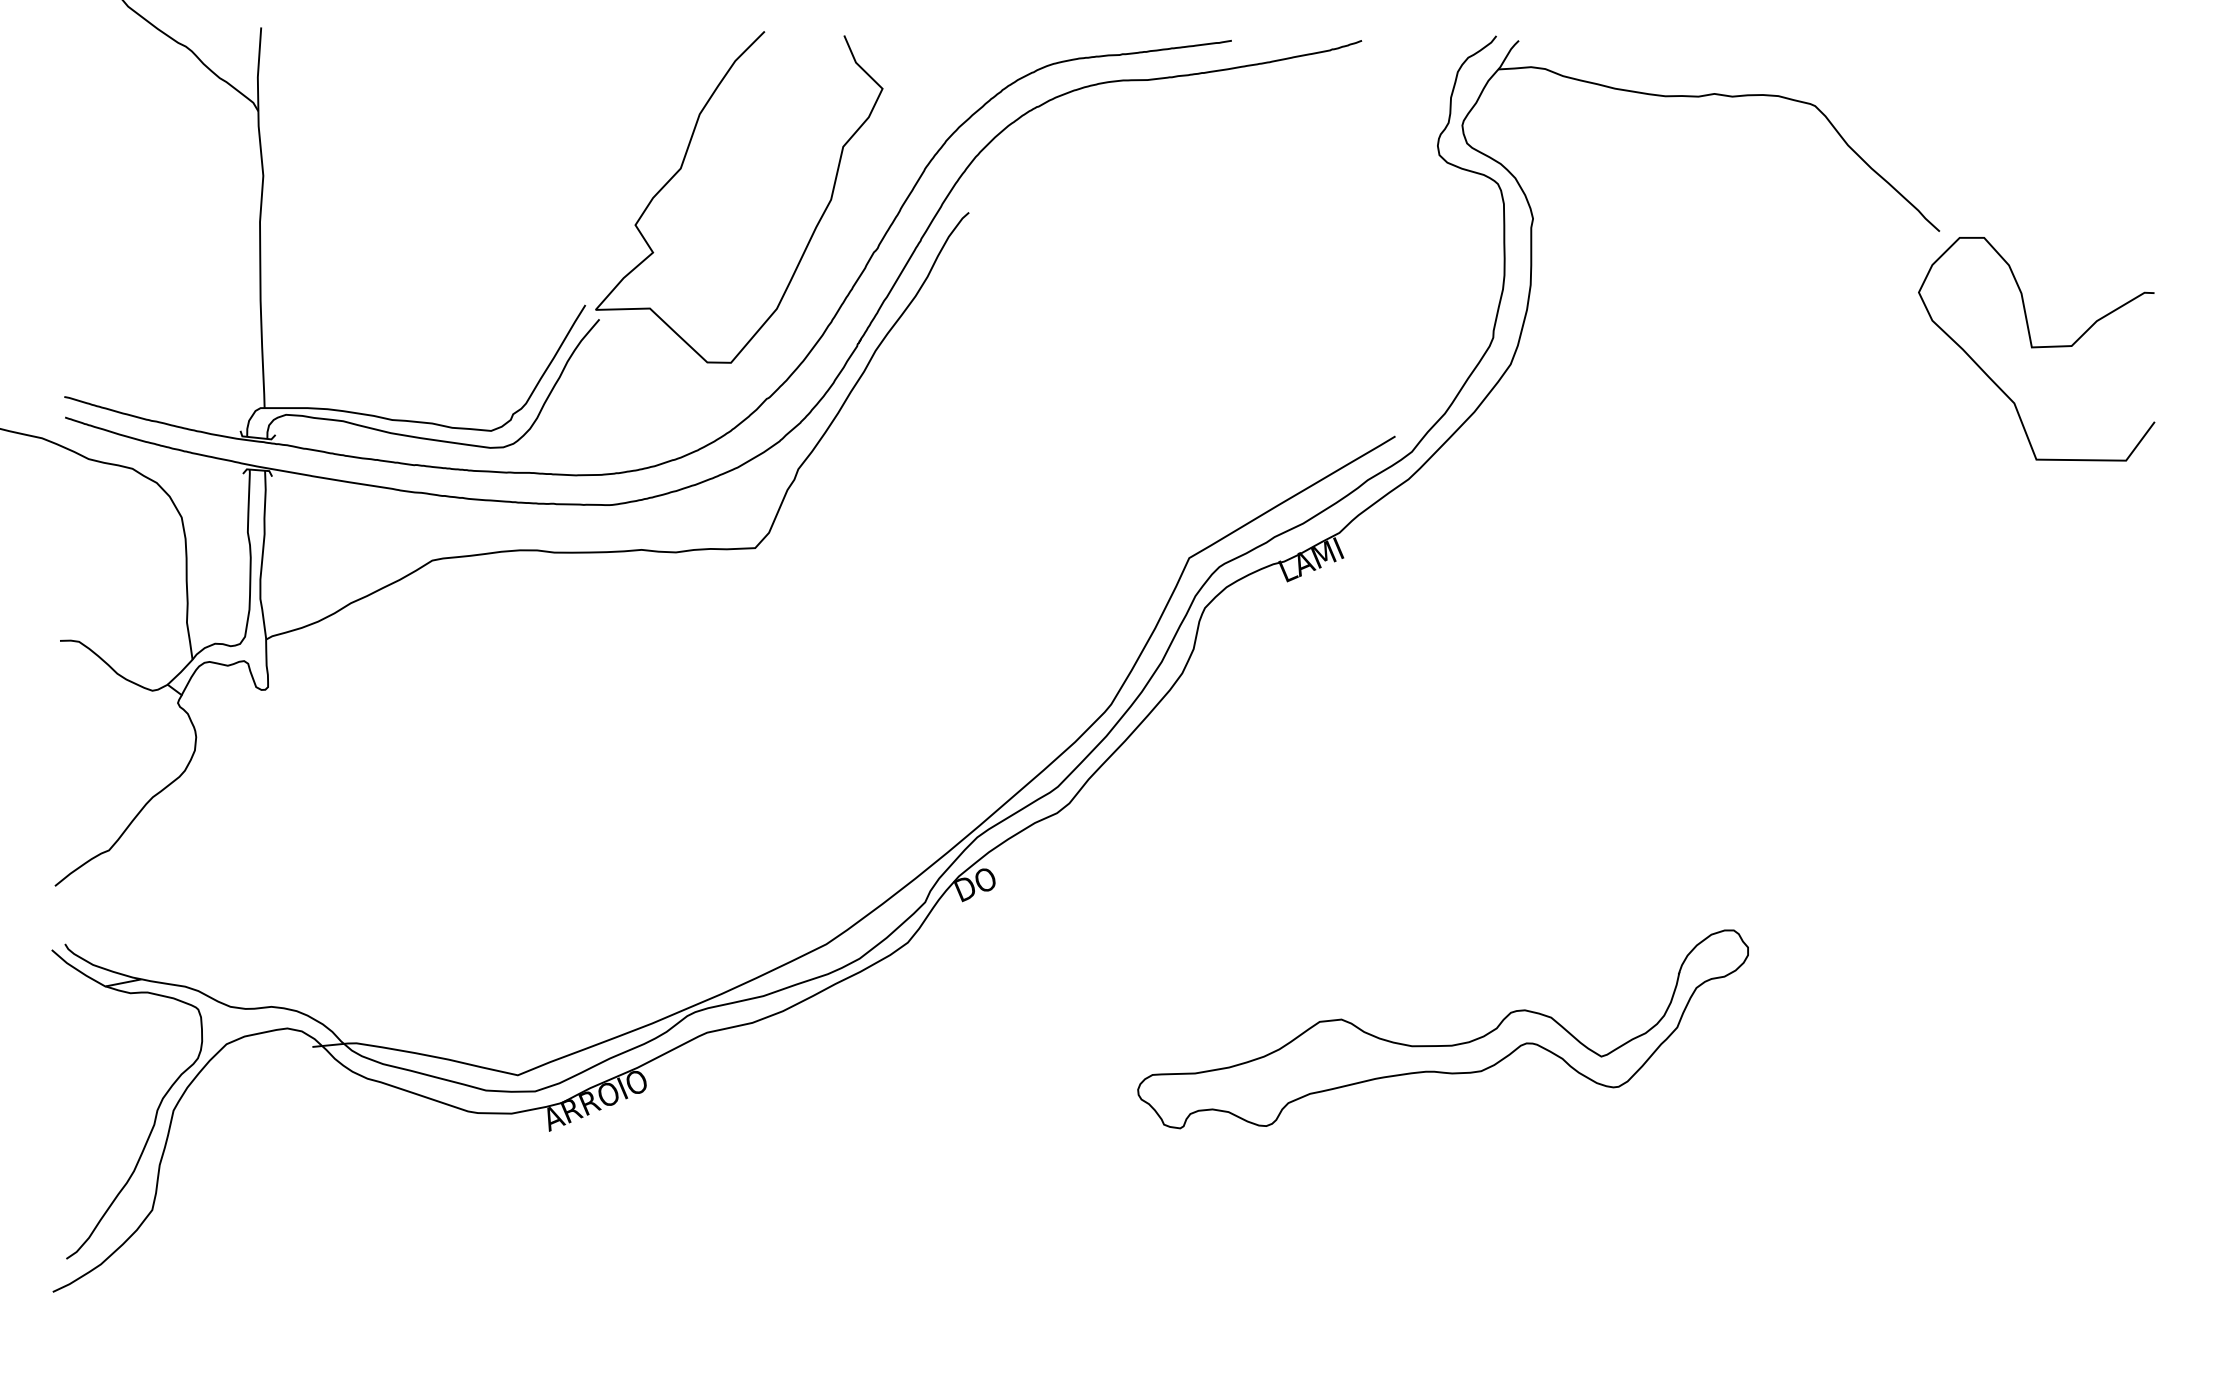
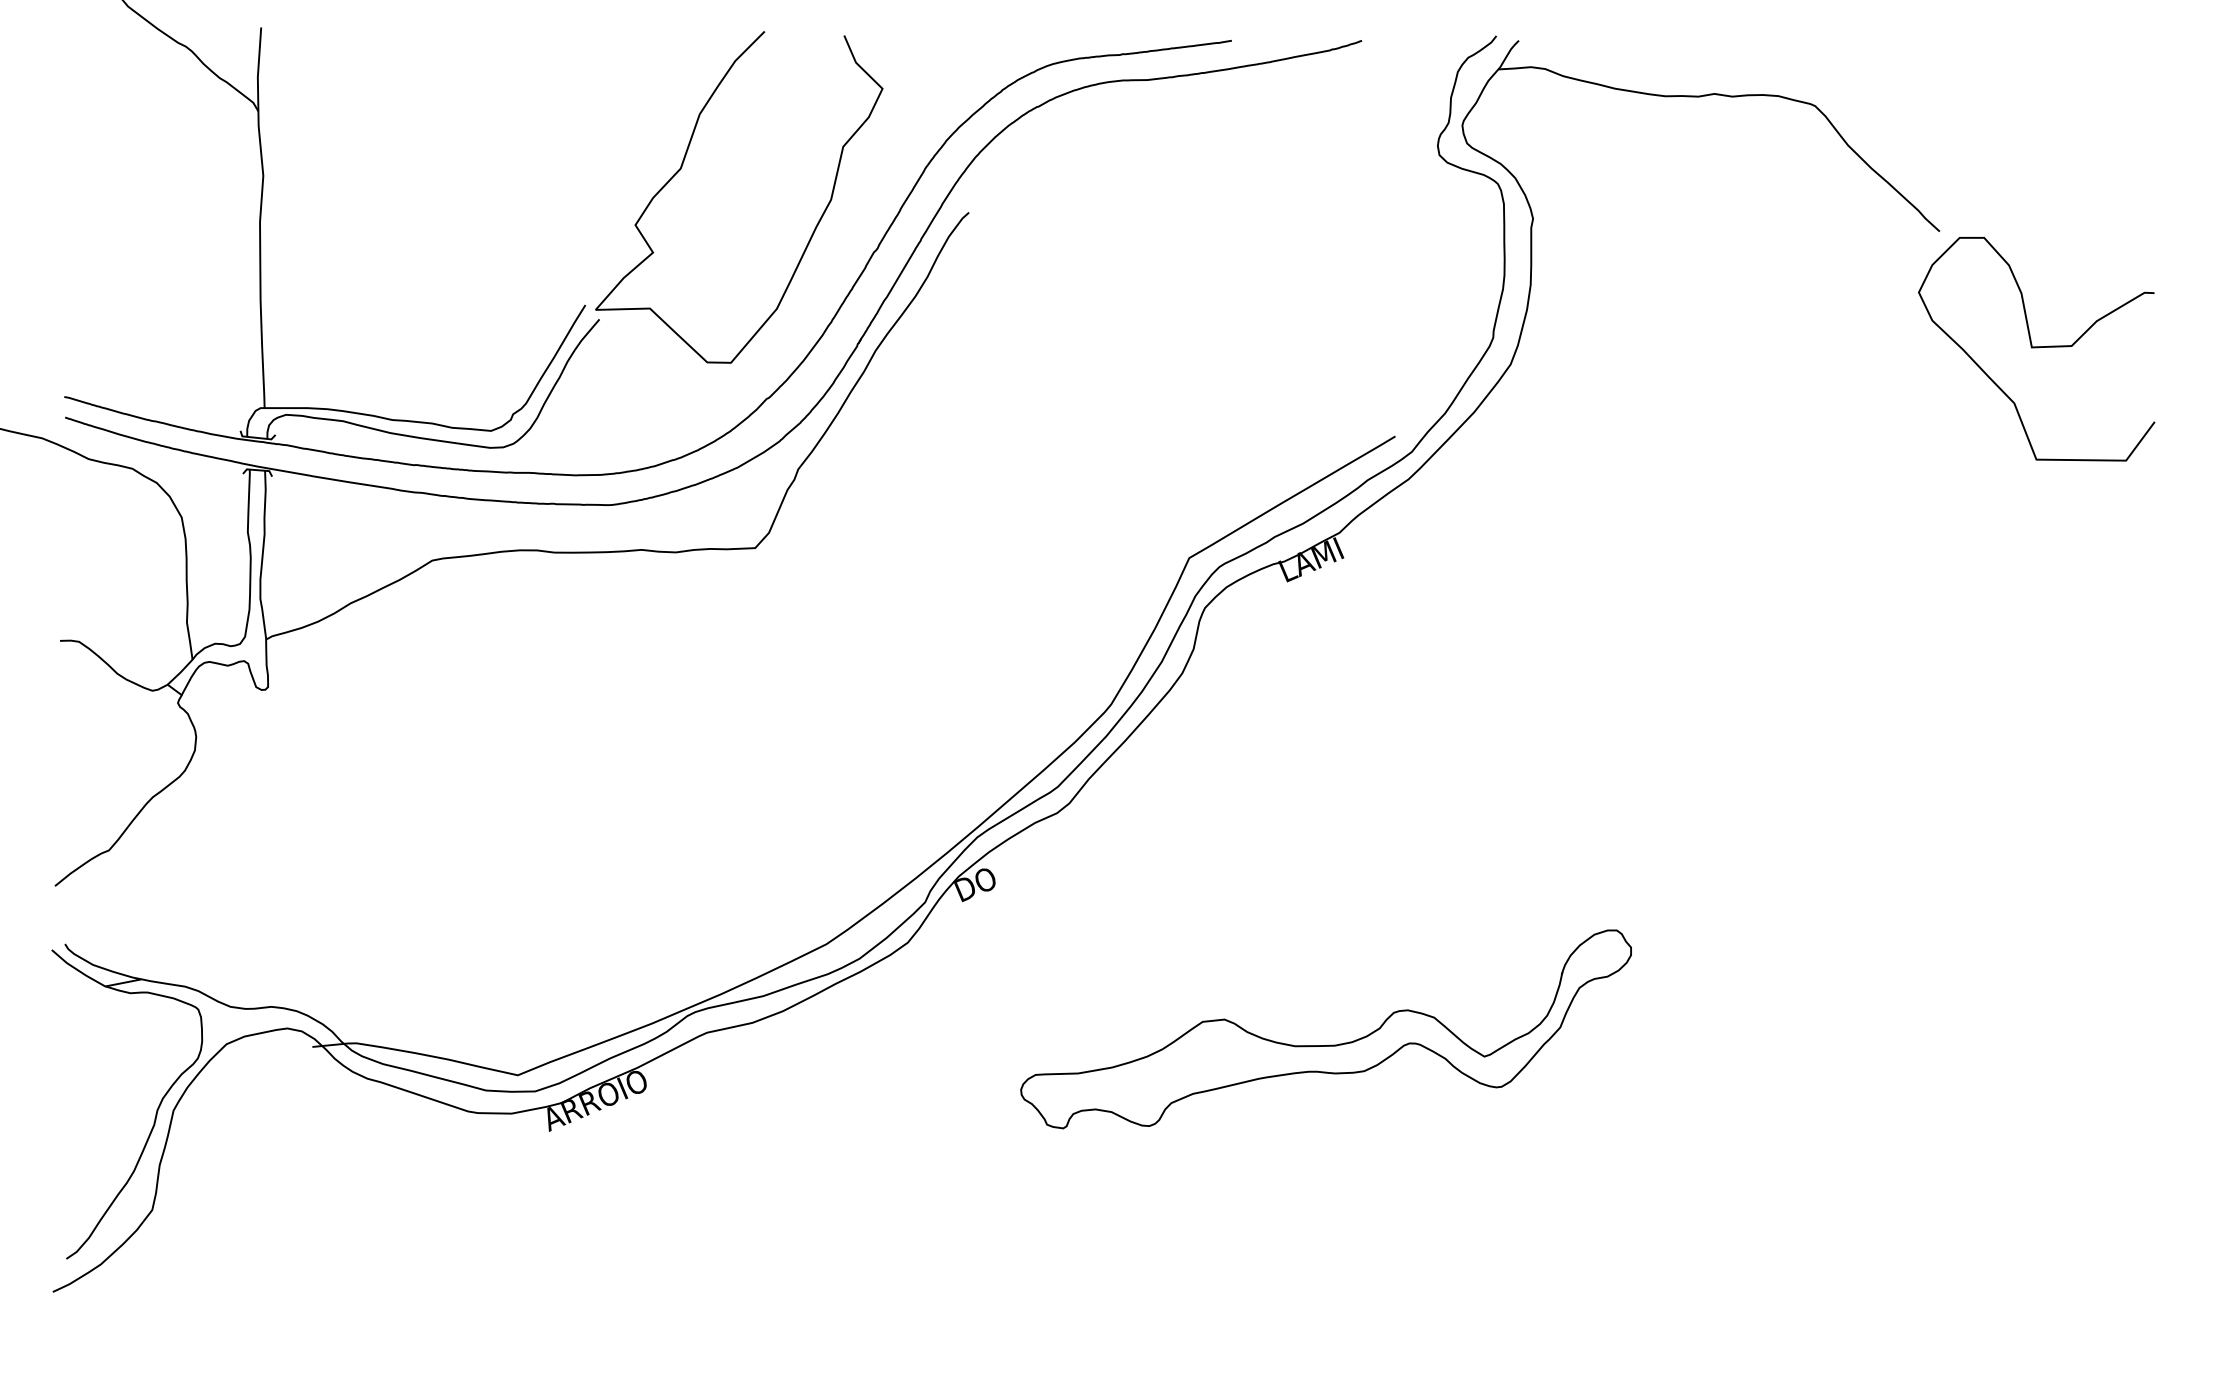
part at (1446, 1044) position: (1446, 1044) -> (1329, 1044)
